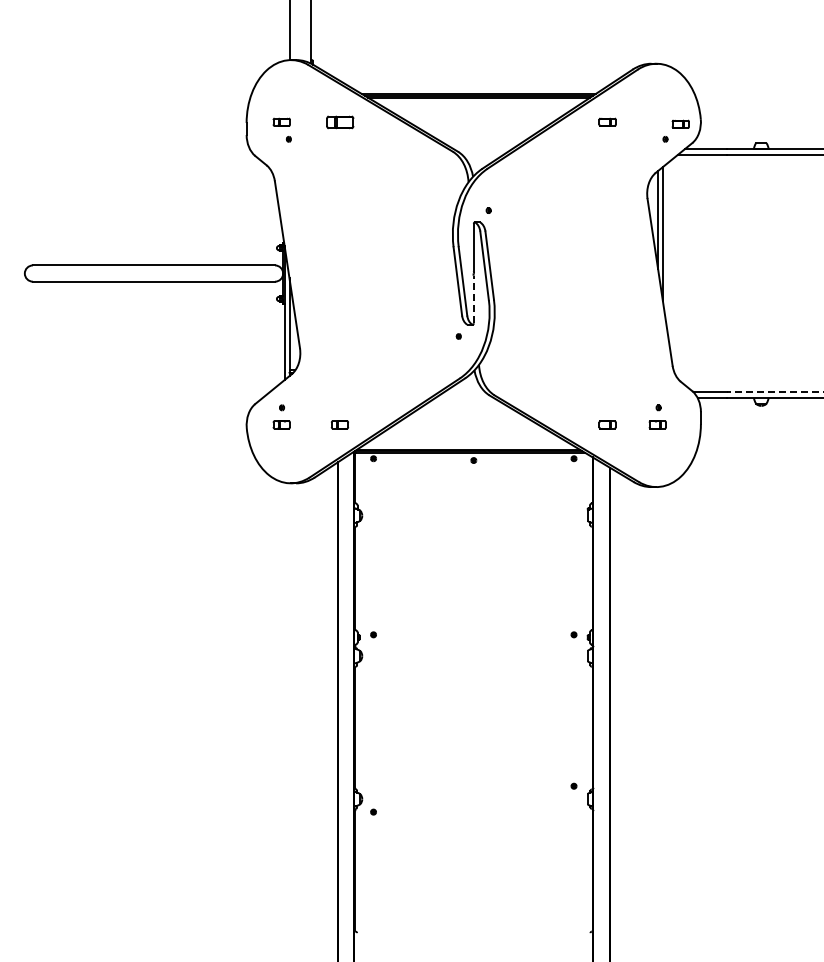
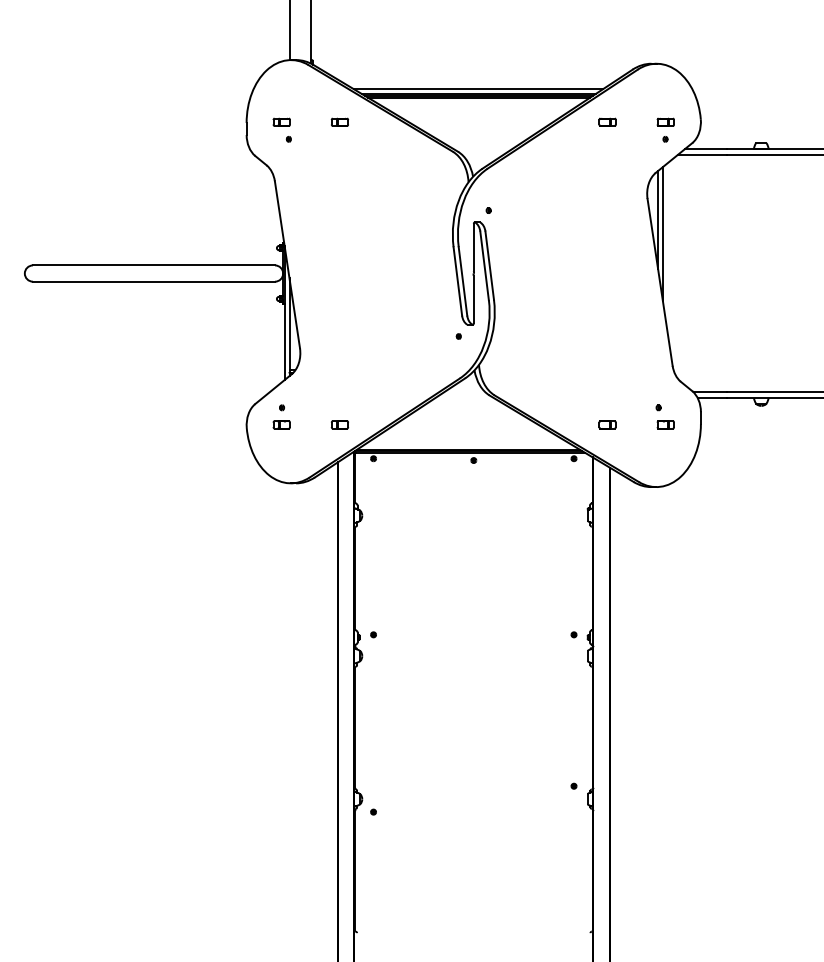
line at (478, 89): none -> present
part at (340, 122) size: 29x15 px -> 19x10 px
part at (680, 123) position: (680, 123) -> (665, 121)
line at (473, 299): dashed -> solid
line at (774, 392): dashed -> solid
part at (657, 424) position: (657, 424) -> (665, 424)
